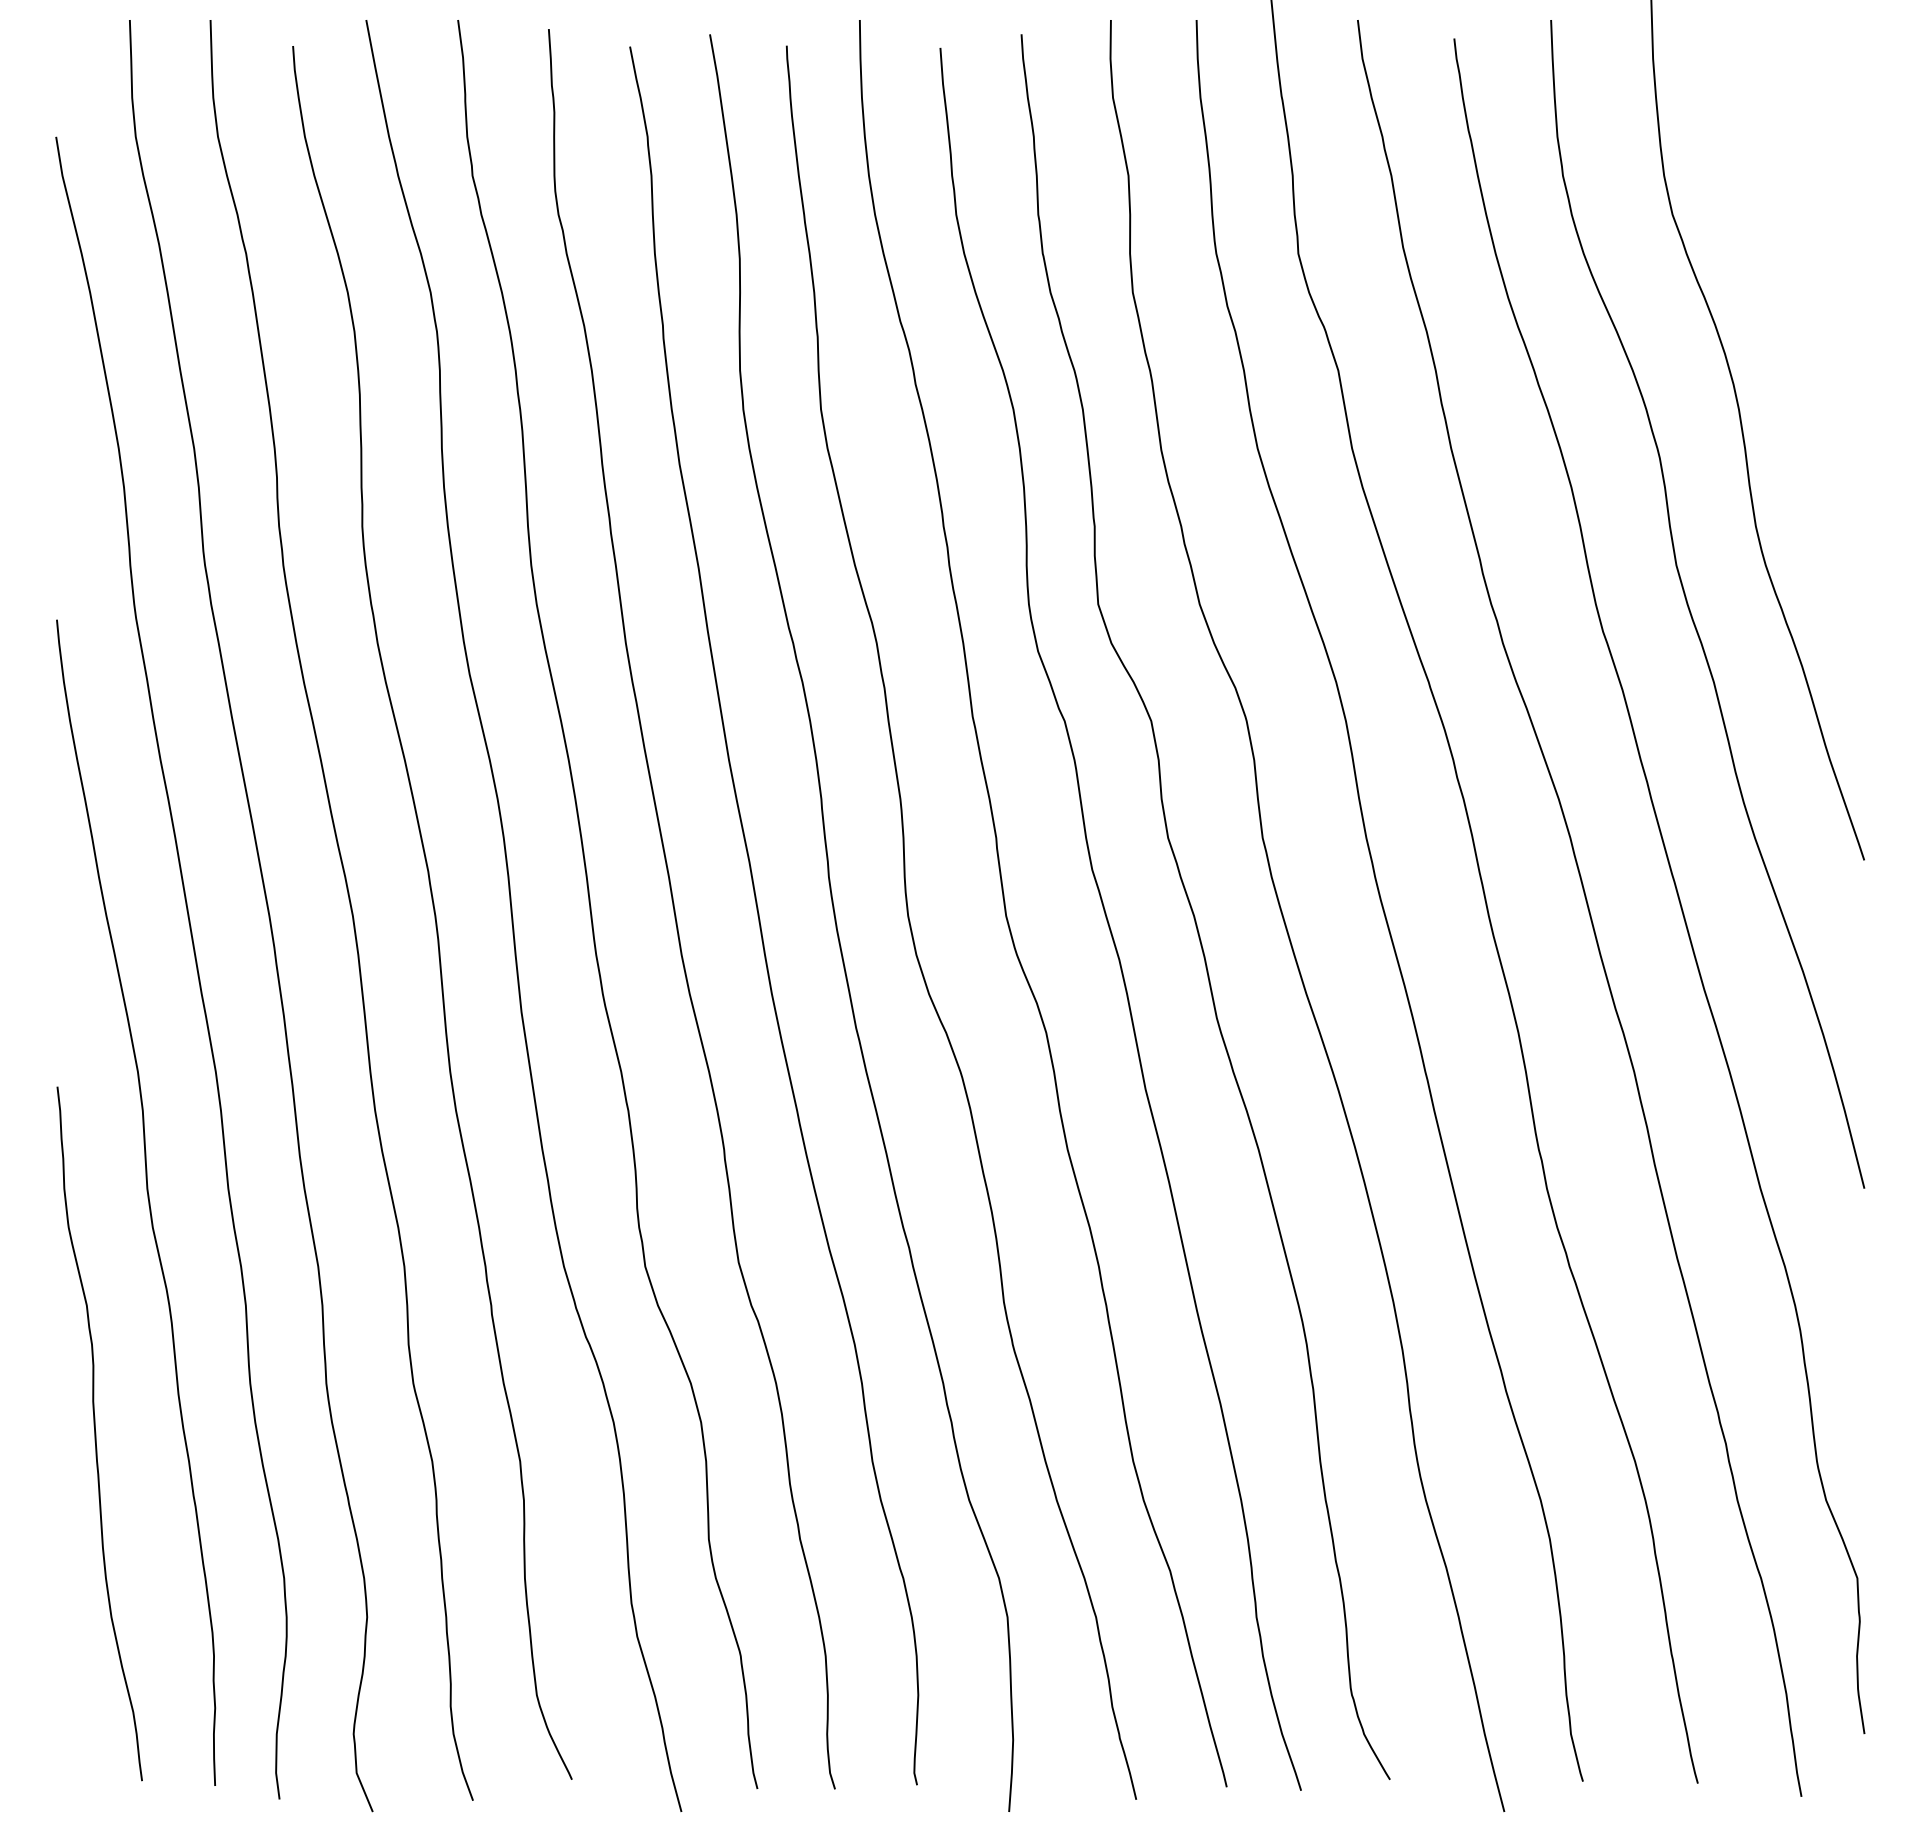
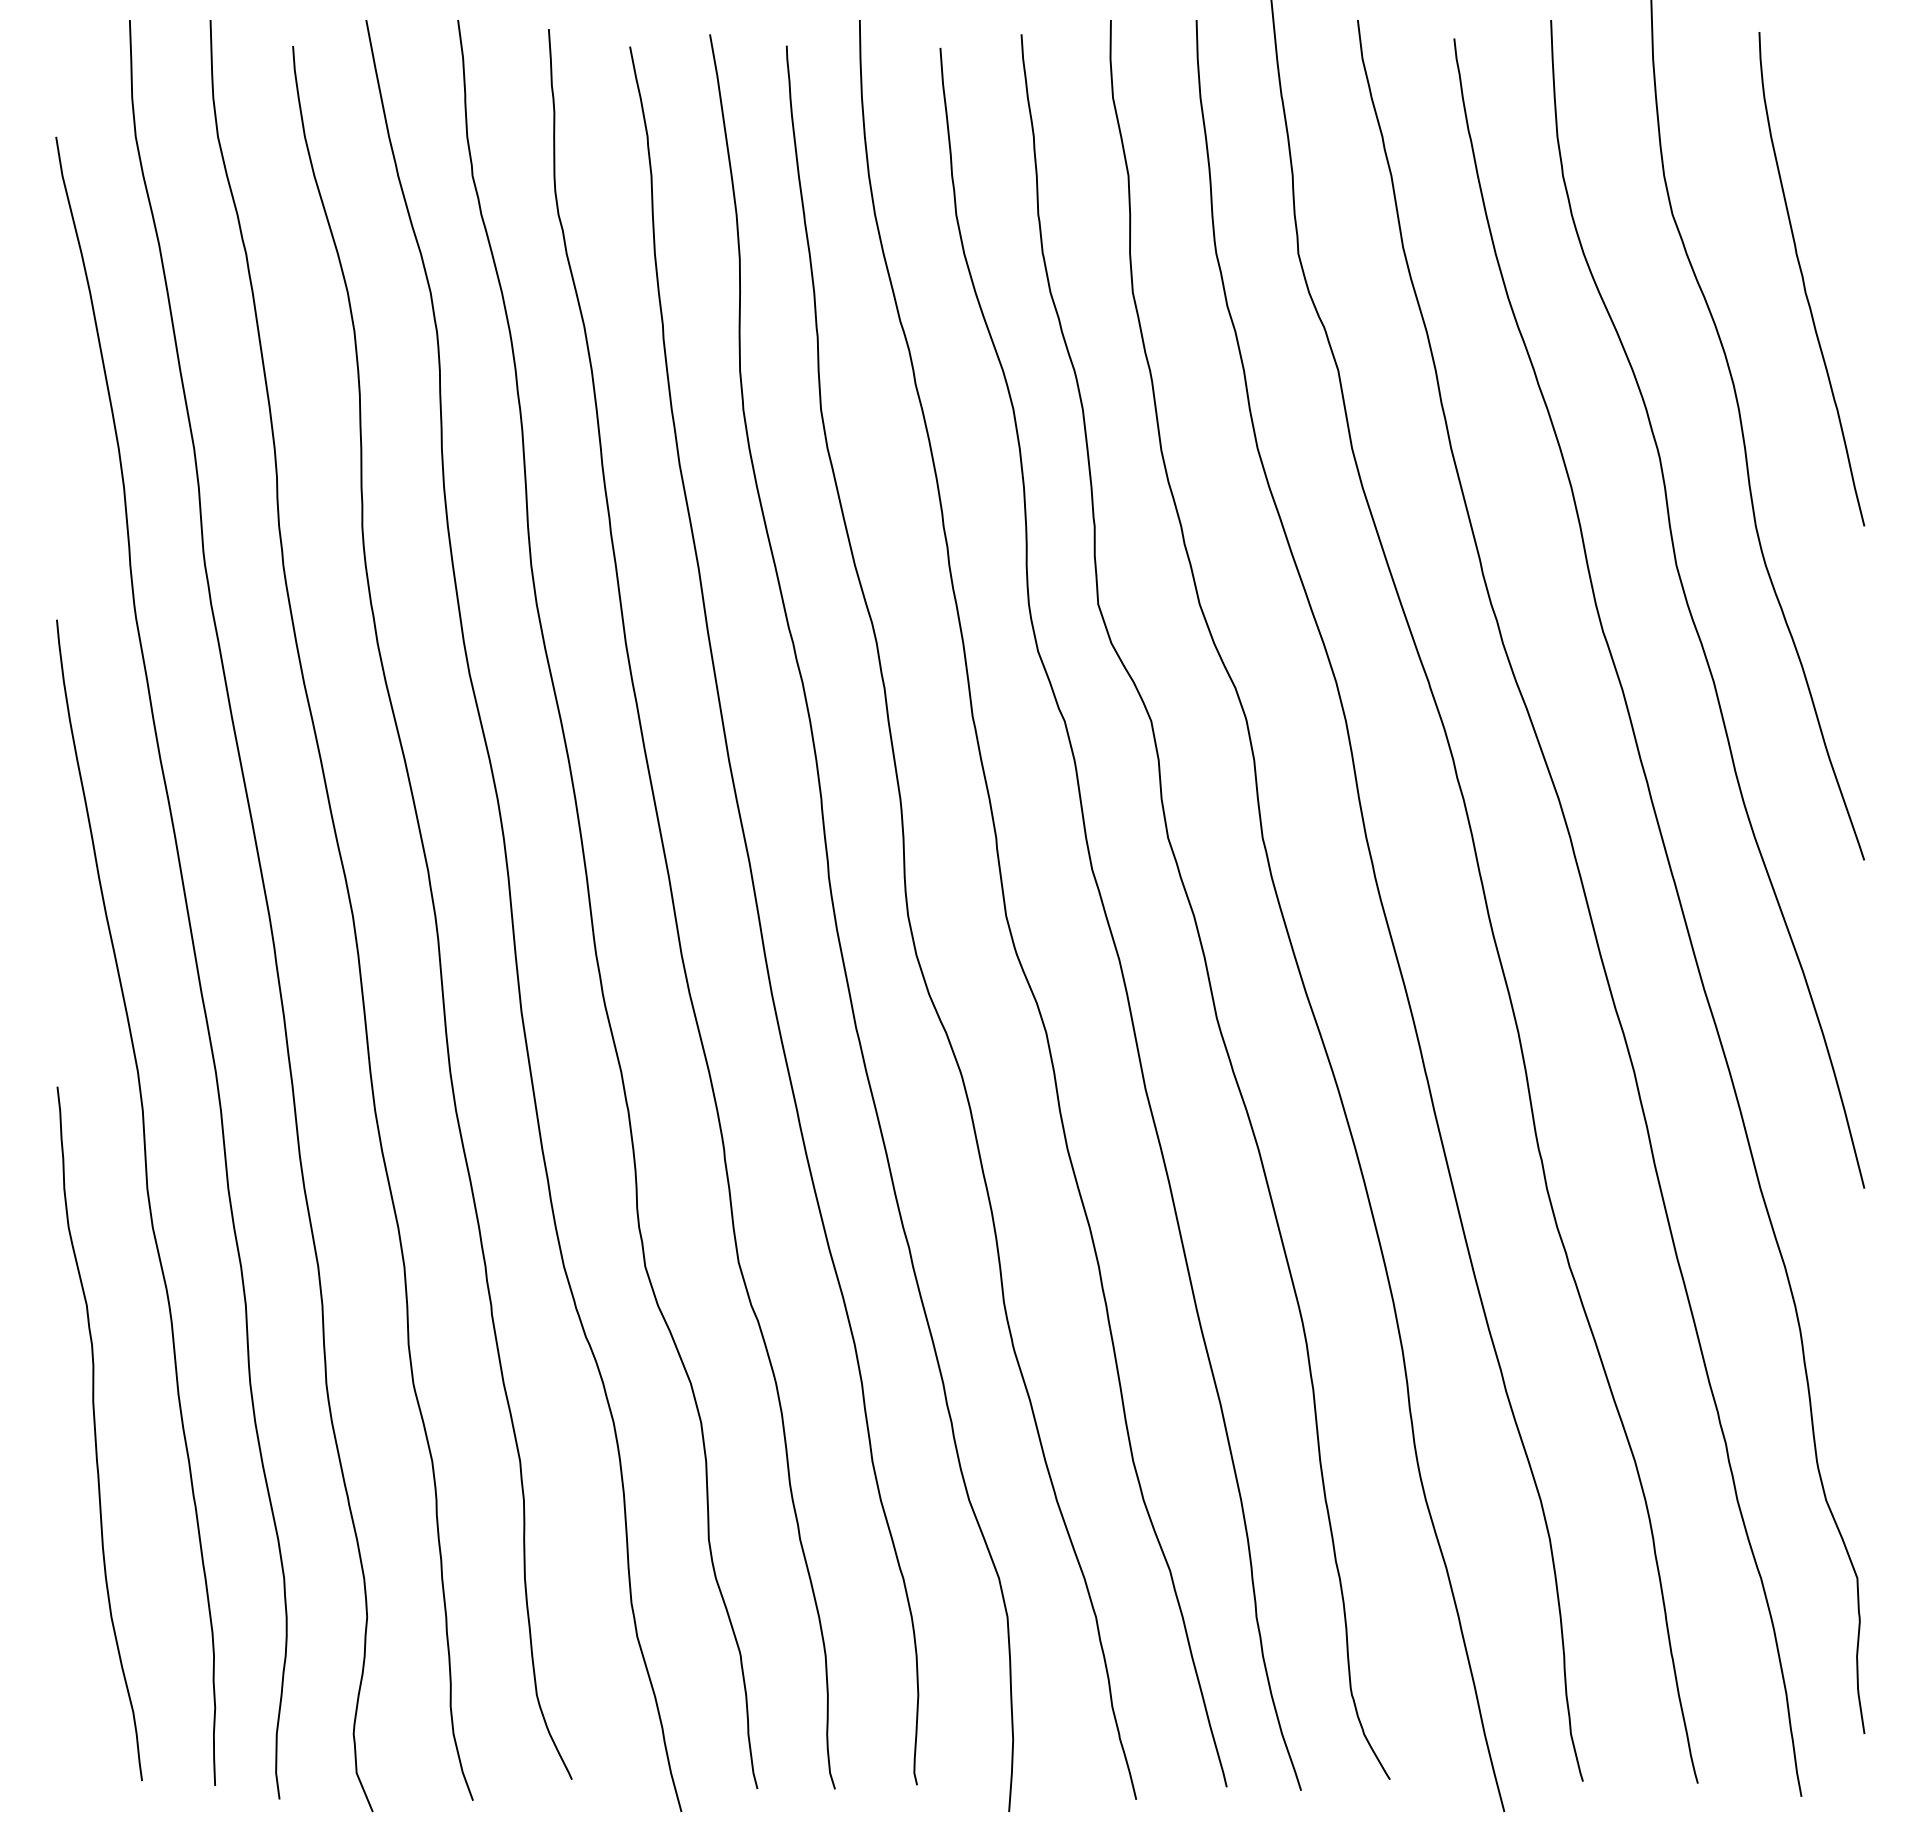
curve at (1804, 280): none -> present
